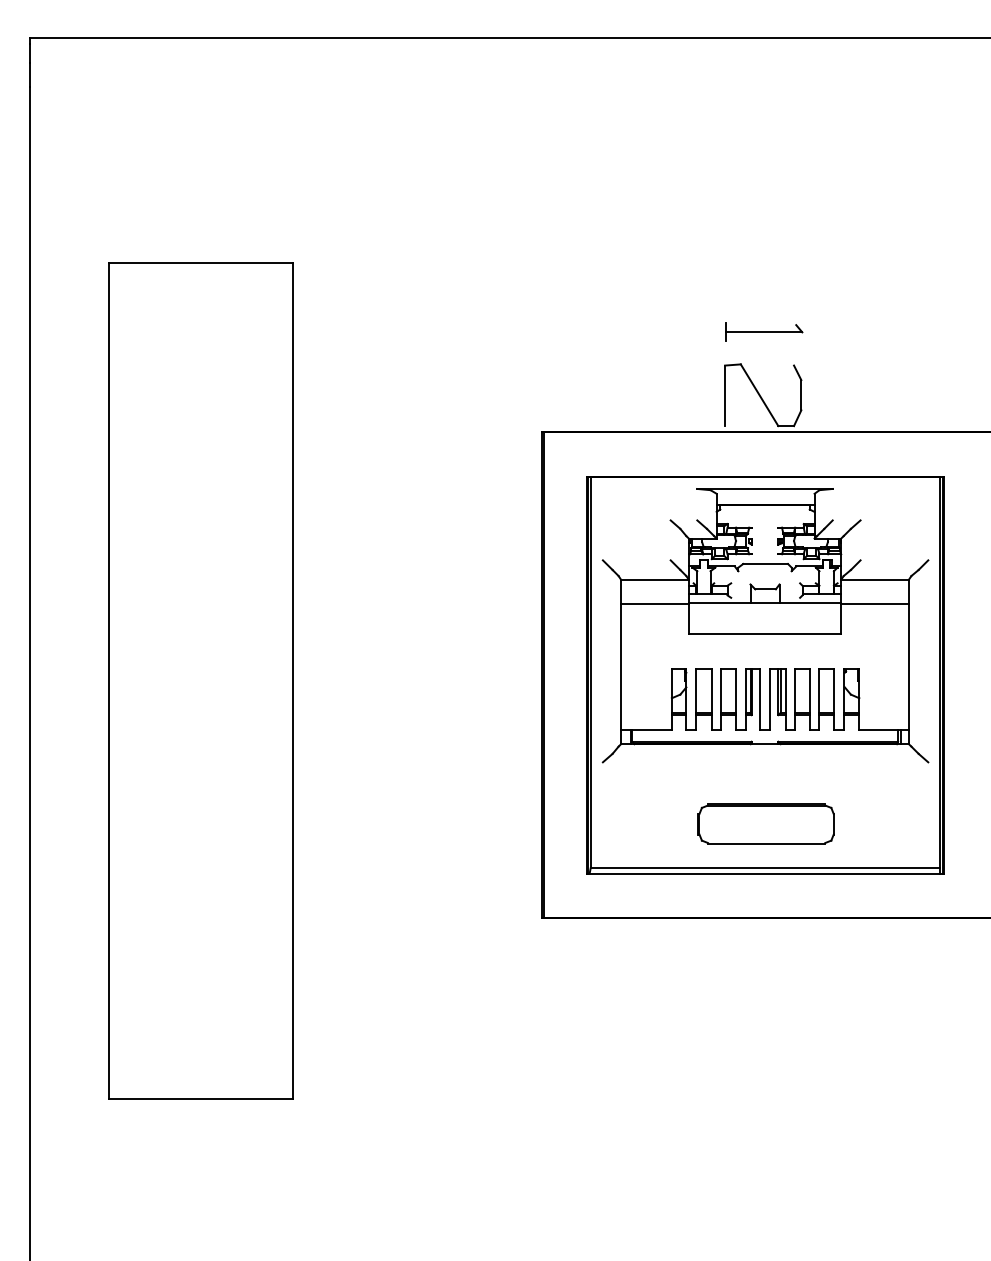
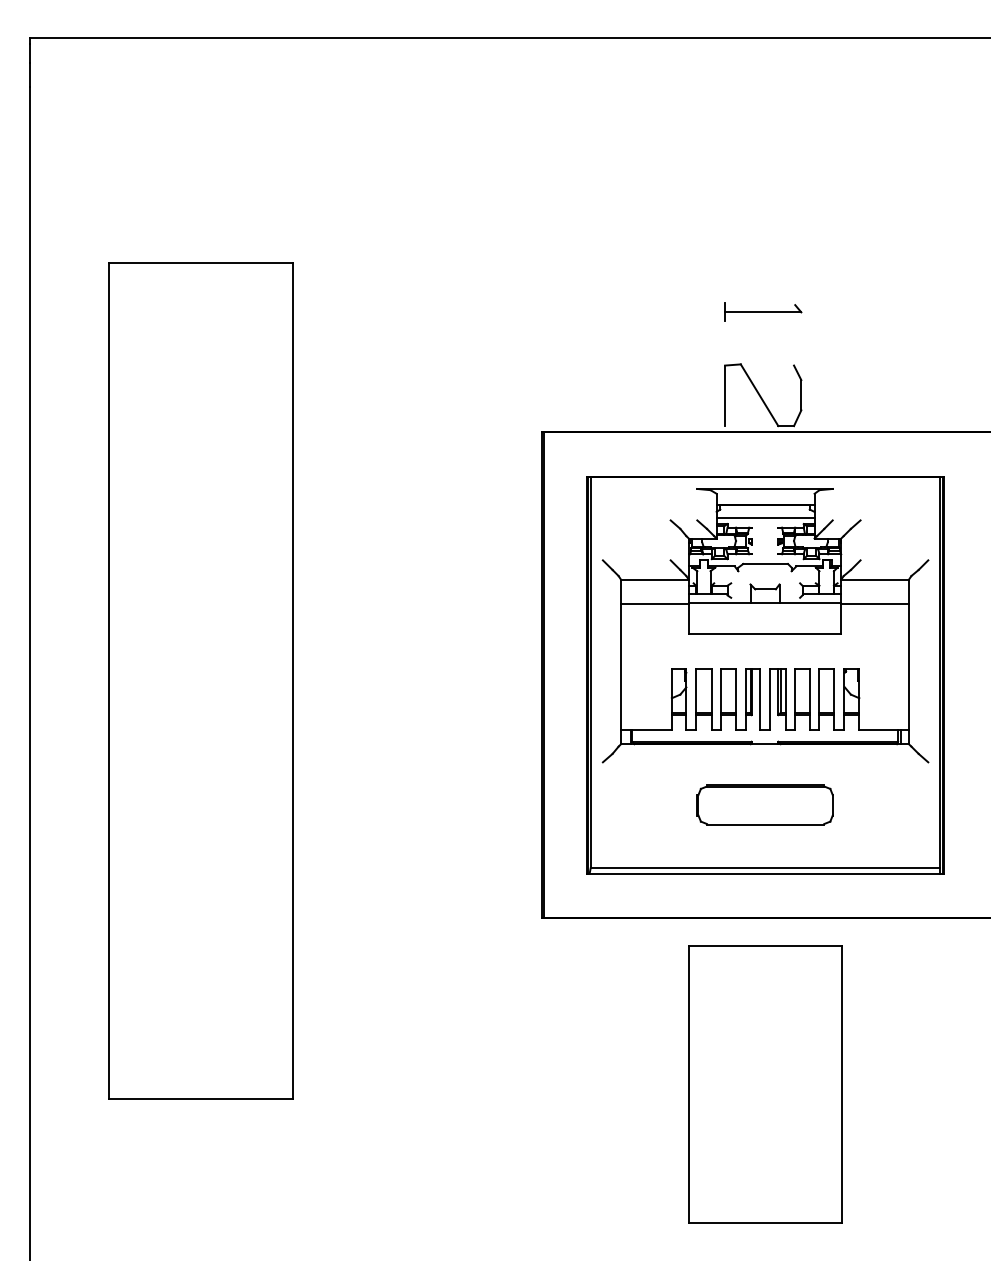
part at (764, 331) position: (764, 331) -> (763, 311)
line at (765, 518): none -> present
part at (765, 823) position: (765, 823) -> (764, 804)
part at (765, 1084): none -> present
